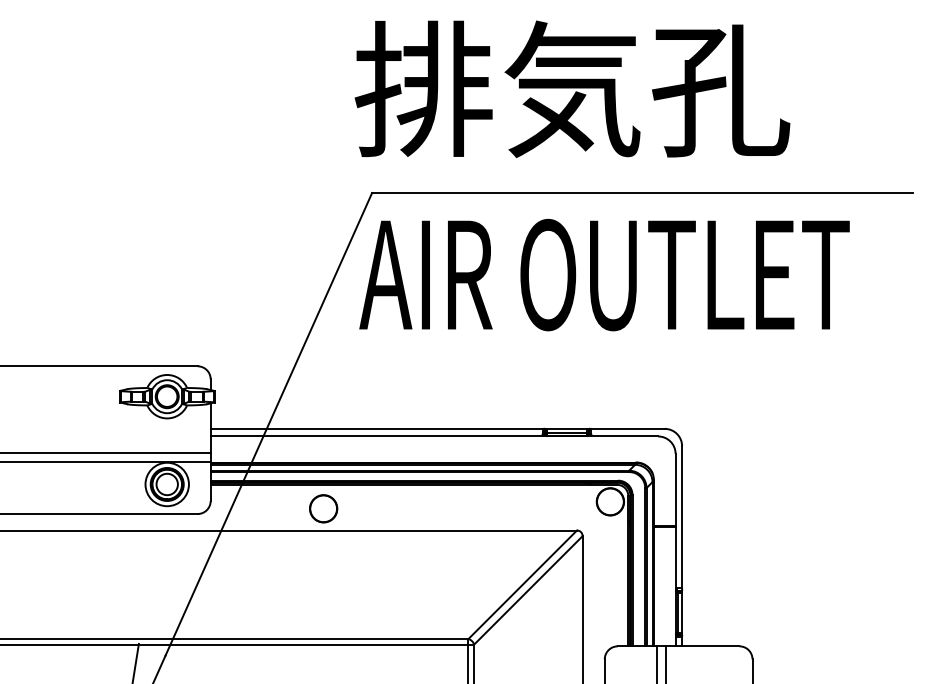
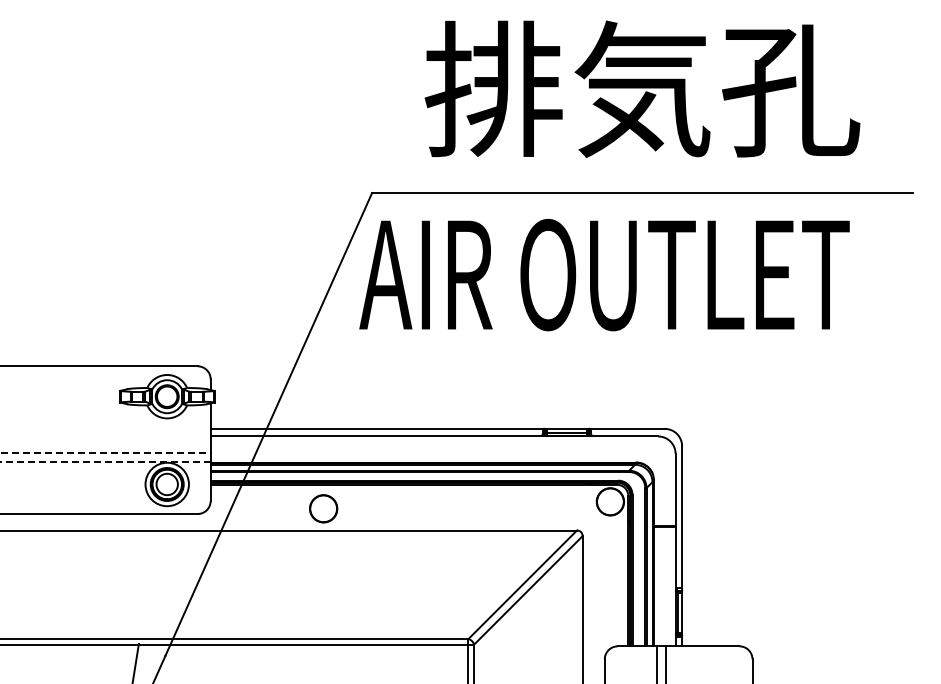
text at (572, 88) position: (572, 88) -> (642, 88)
line at (105, 453): solid -> dashed
line at (105, 461): solid -> dashed
